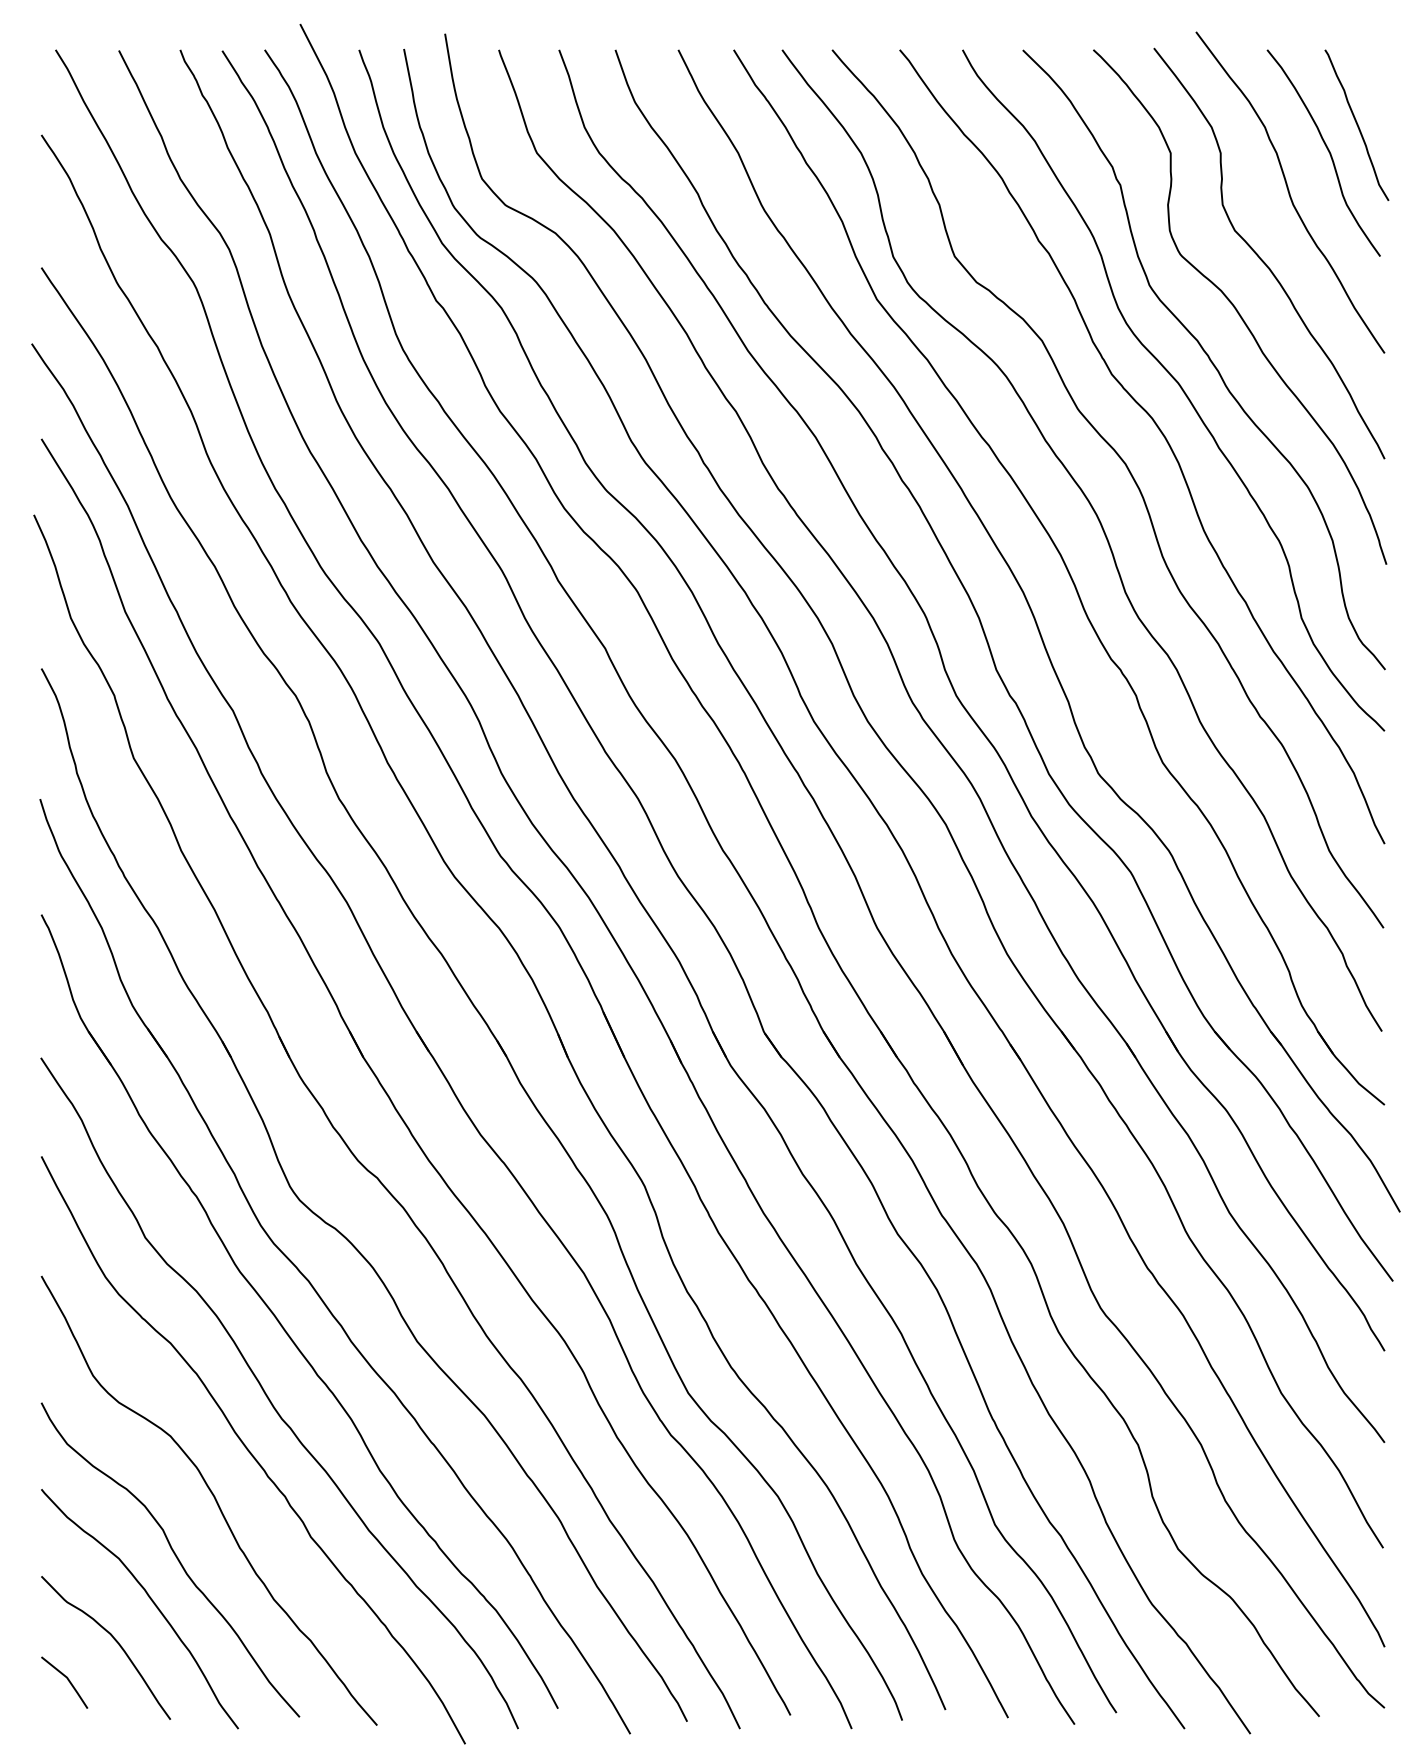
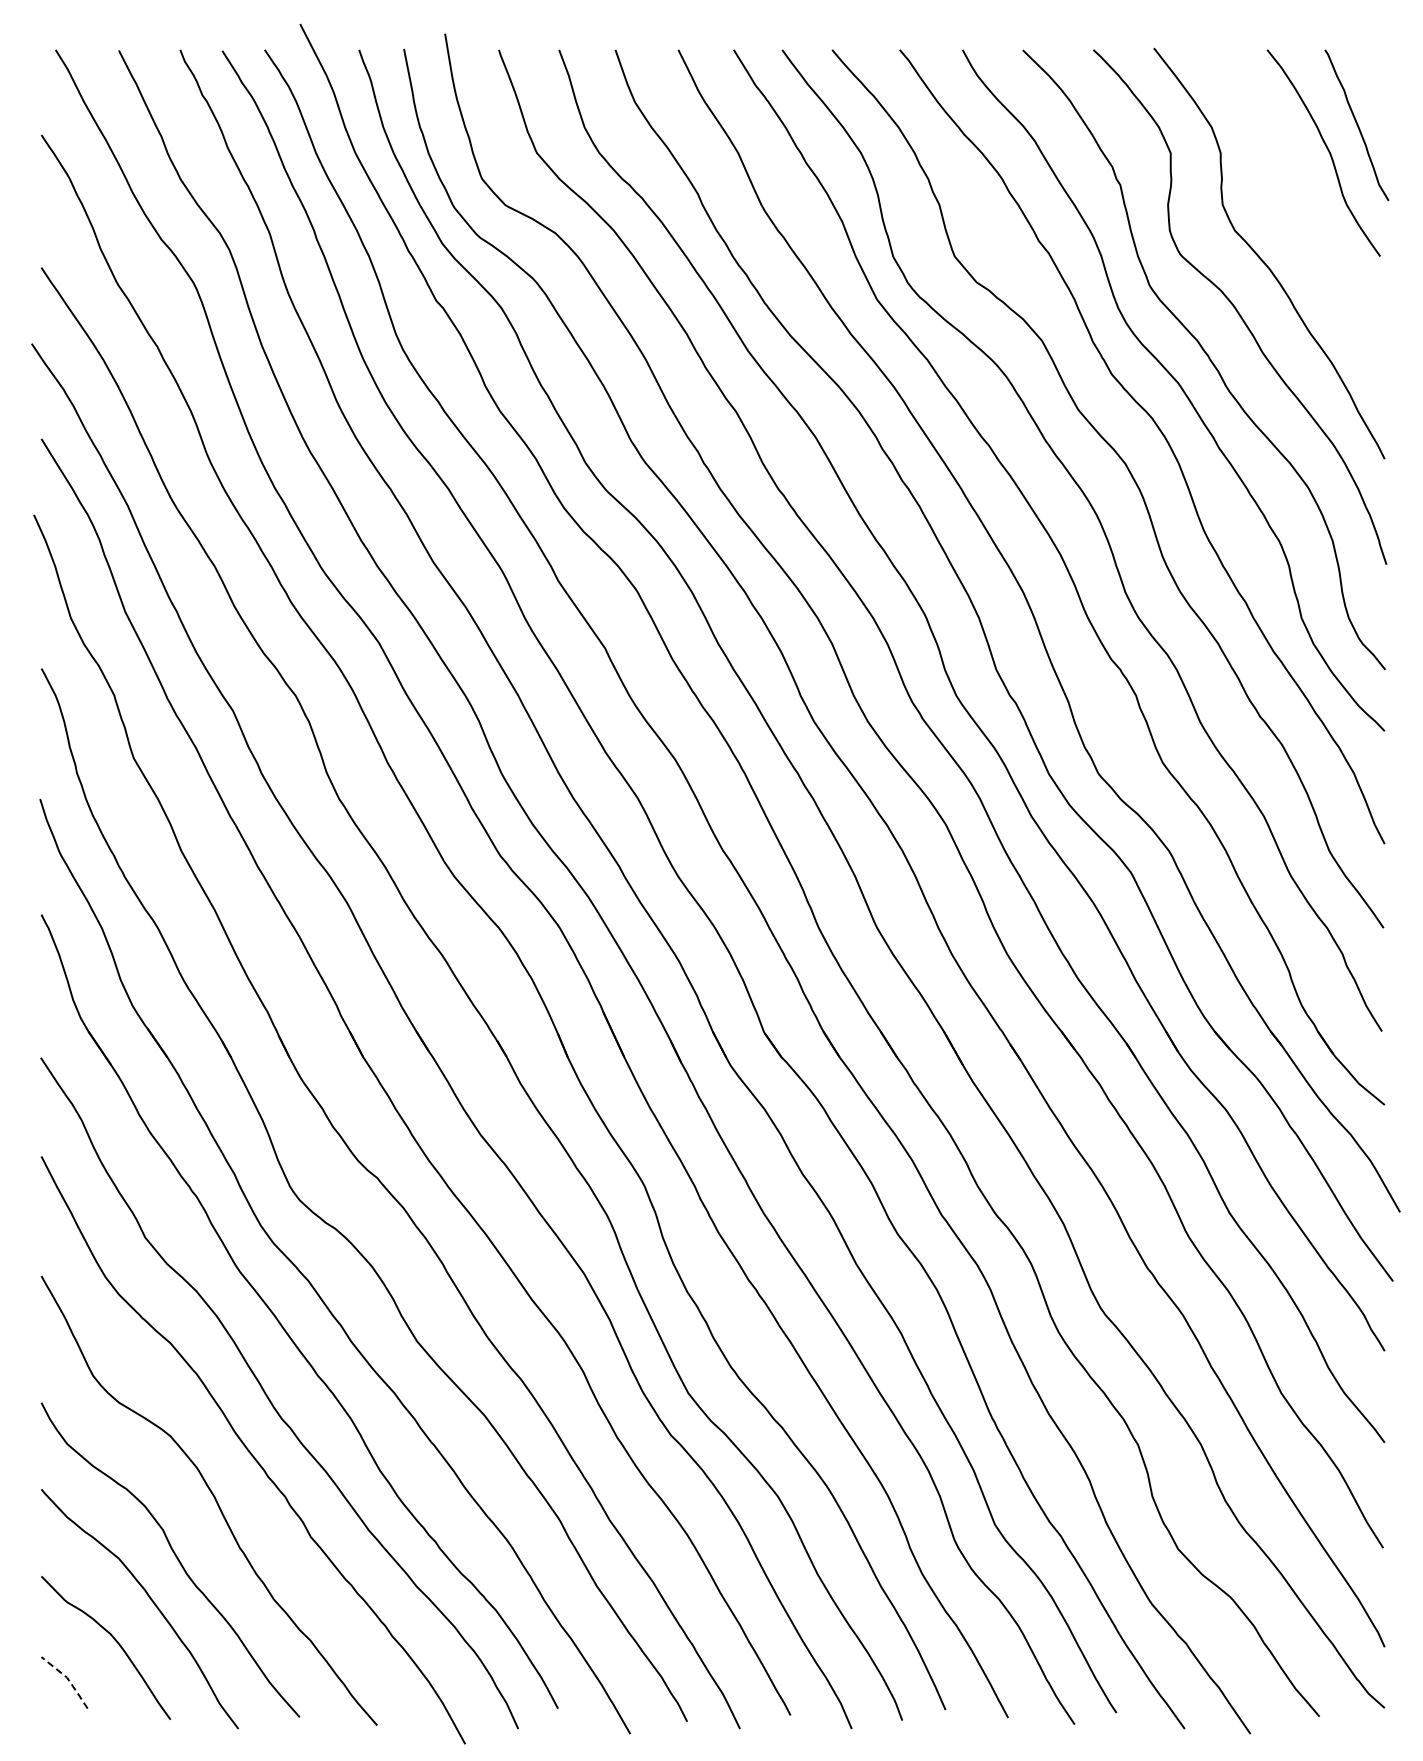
curve at (1289, 192): present -> none
line at (68, 1679): solid -> dashed
